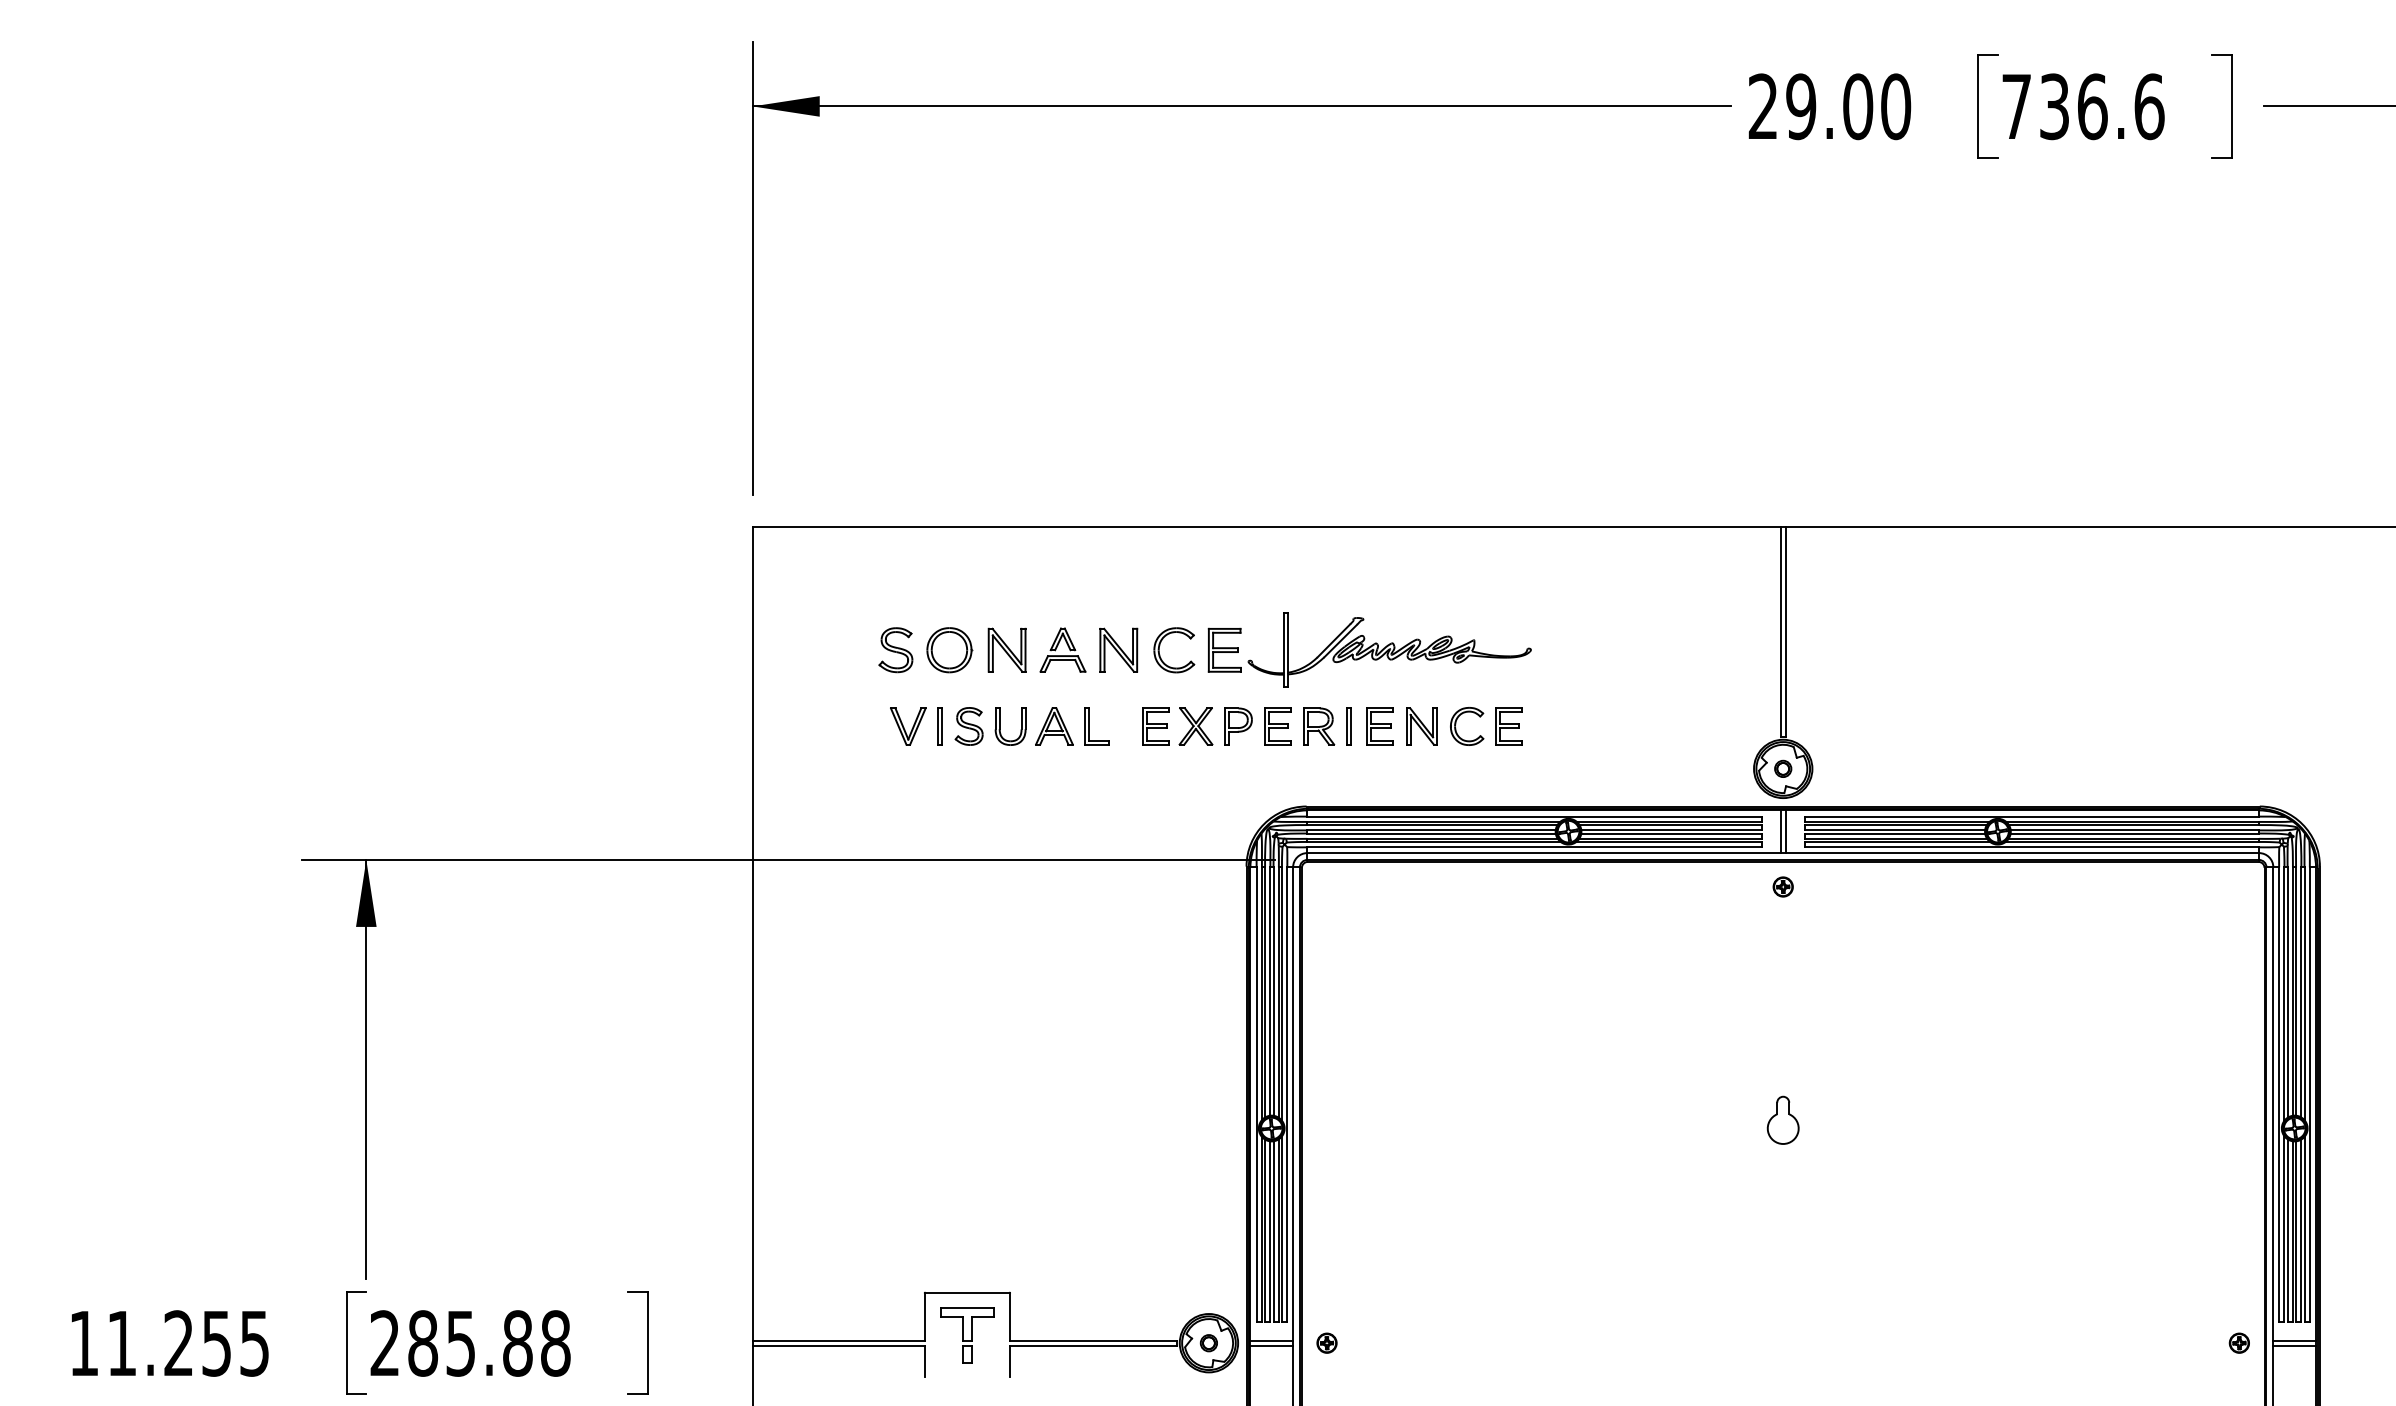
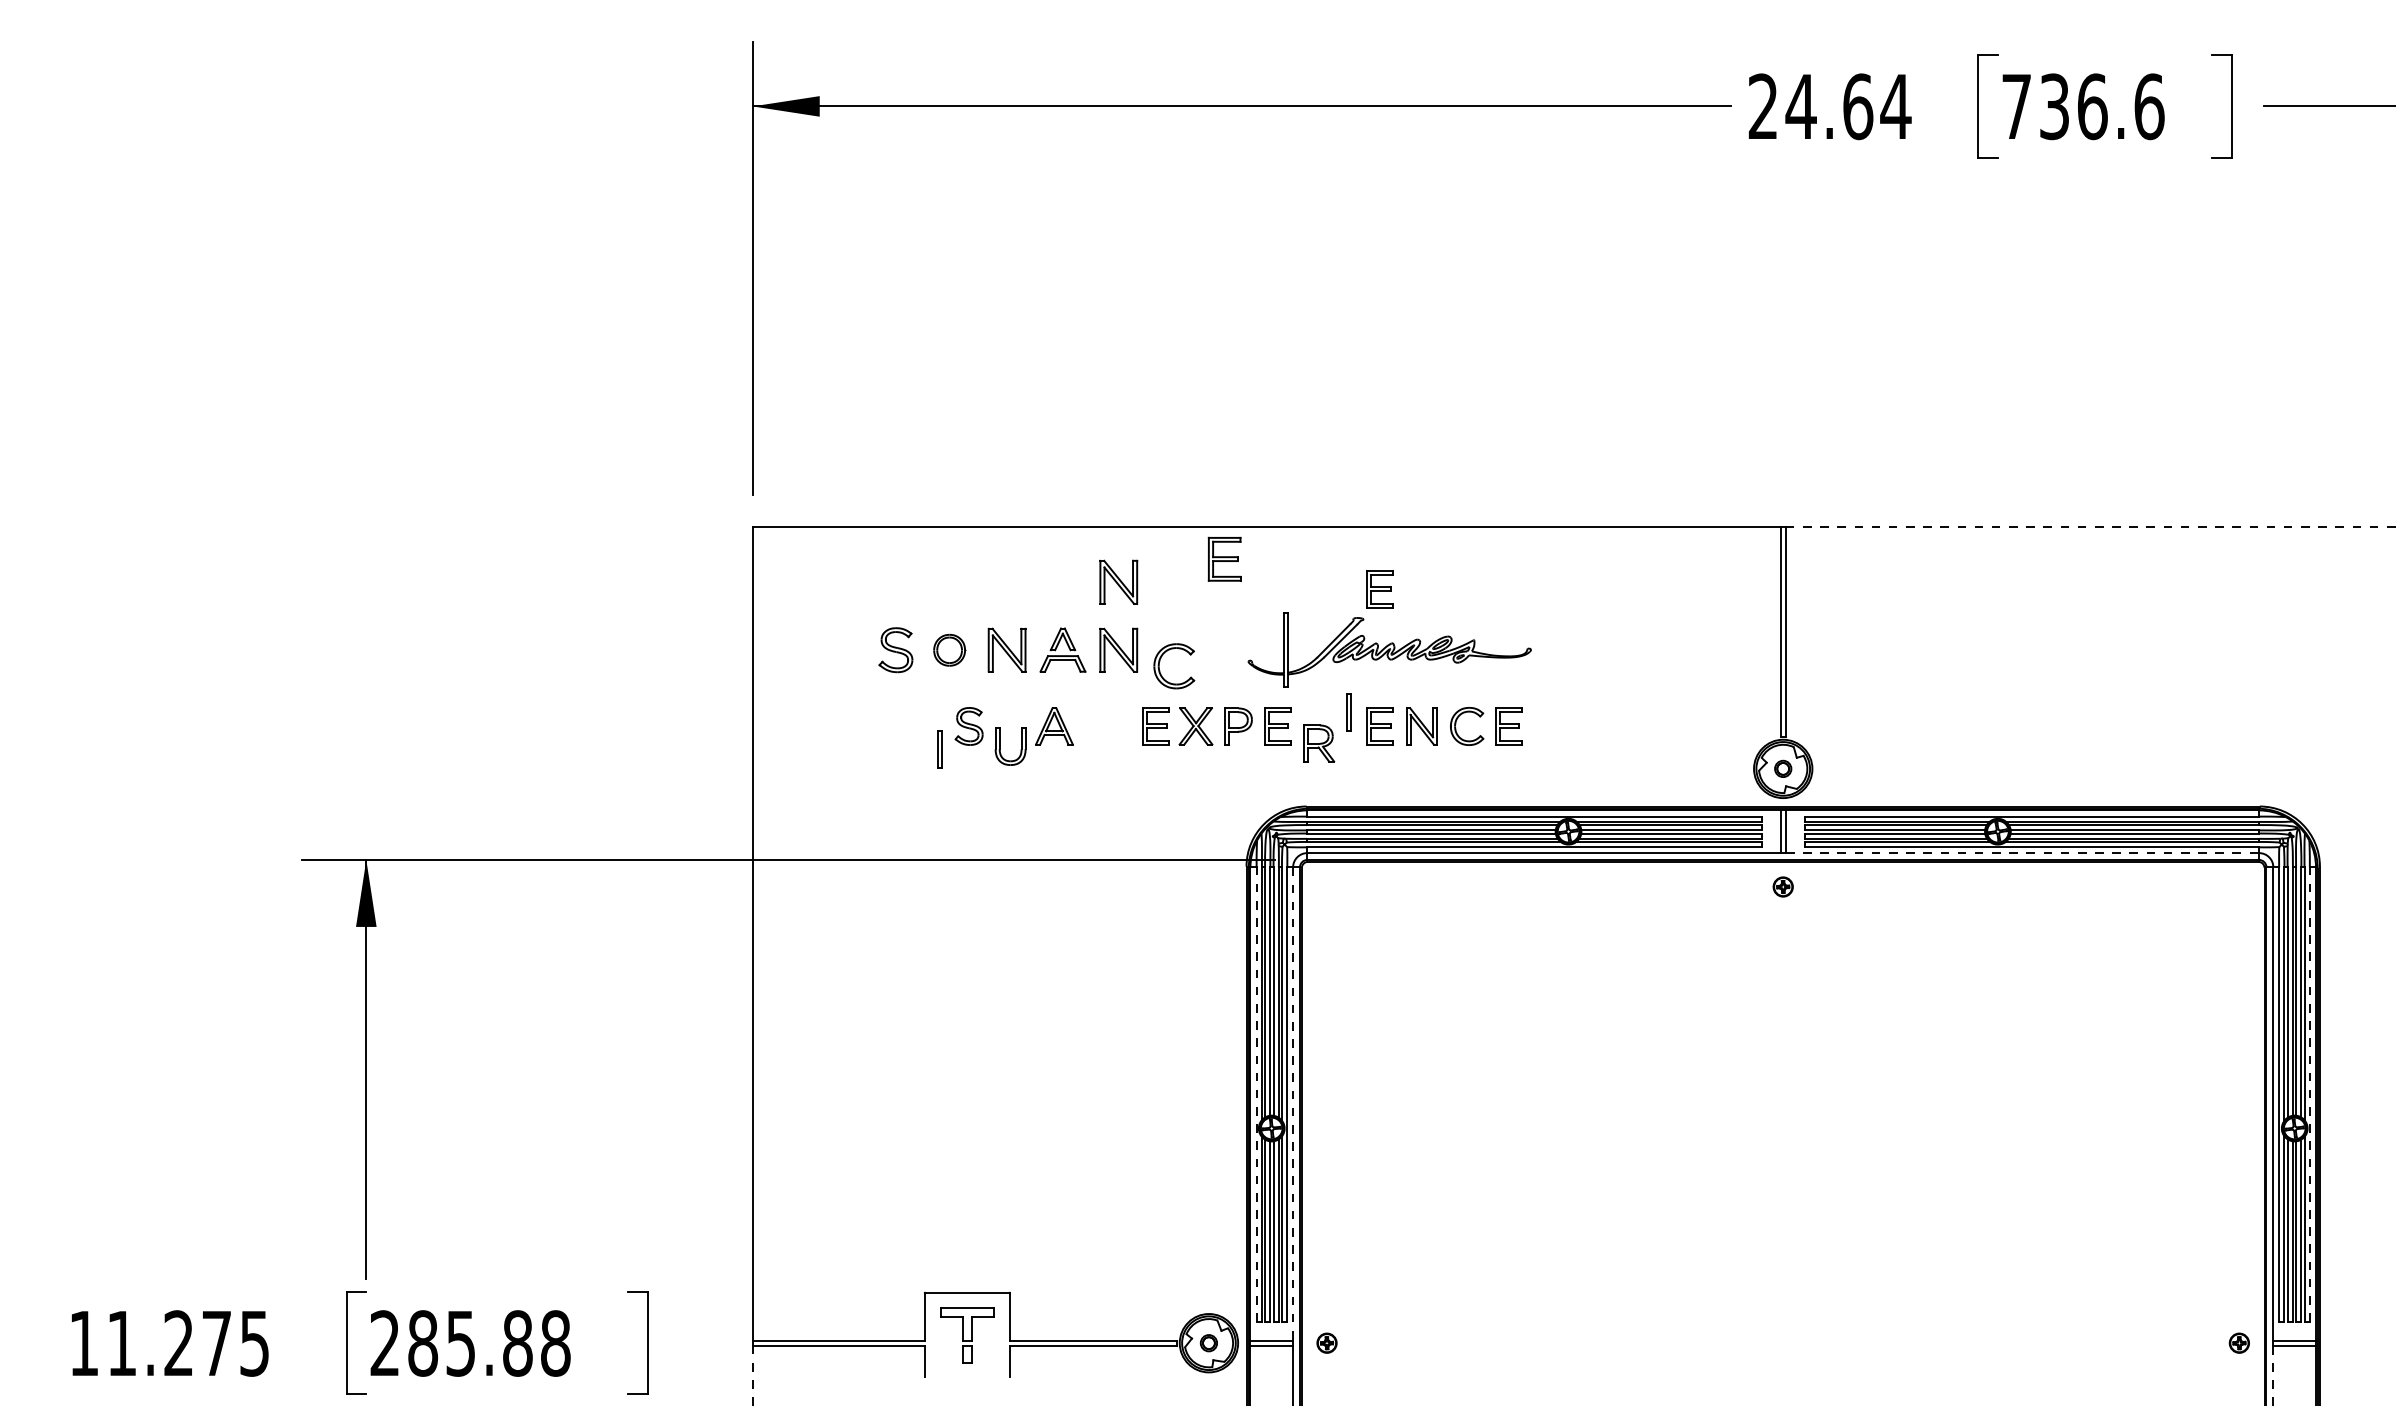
text at (1848, 106): 29.00 -> 24.64
line at (2090, 527): solid -> dashed
part at (1118, 581): none -> present
part at (1379, 589): none -> present
part at (1224, 649) position: (1224, 649) -> (1224, 558)
part at (949, 650) size: 48x47 px -> 34x34 px
part at (1160, 654) position: (1160, 654) -> (1160, 670)
part at (908, 726): present -> none
part at (939, 726) position: (939, 726) -> (939, 749)
part at (1000, 726) position: (1000, 726) -> (1000, 746)
part at (1089, 726): present -> none
part at (1319, 726) position: (1319, 726) -> (1319, 743)
part at (1348, 726) position: (1348, 726) -> (1348, 712)
line at (2022, 853): solid -> dashed
line at (1256, 1094): solid -> dashed
line at (2309, 1094): solid -> dashed
line at (1293, 1103): solid -> dashed
part at (1782, 1119): present -> none
text at (216, 1343): 11.255 -> 11.275
line at (752, 1375): solid -> dashed
line at (2273, 1375): solid -> dashed
